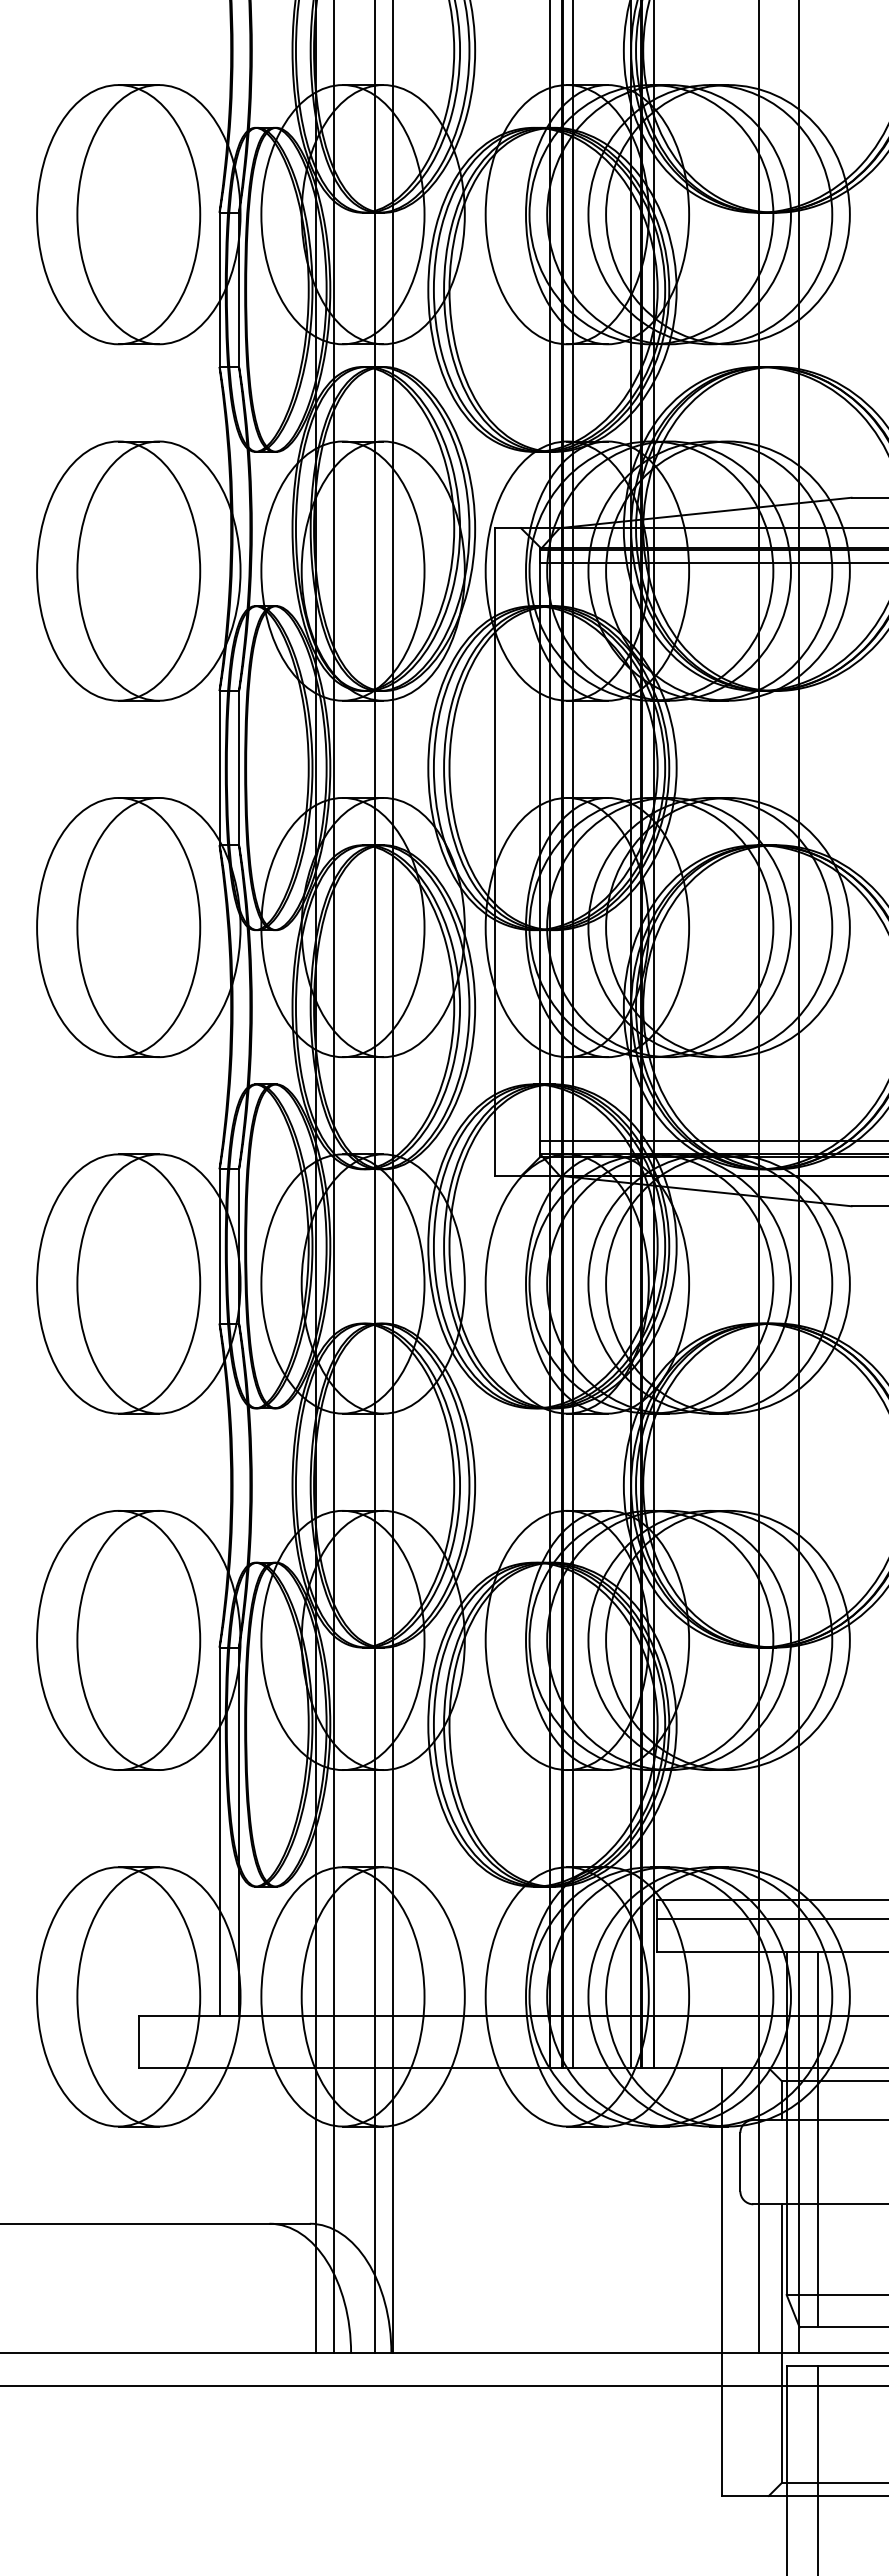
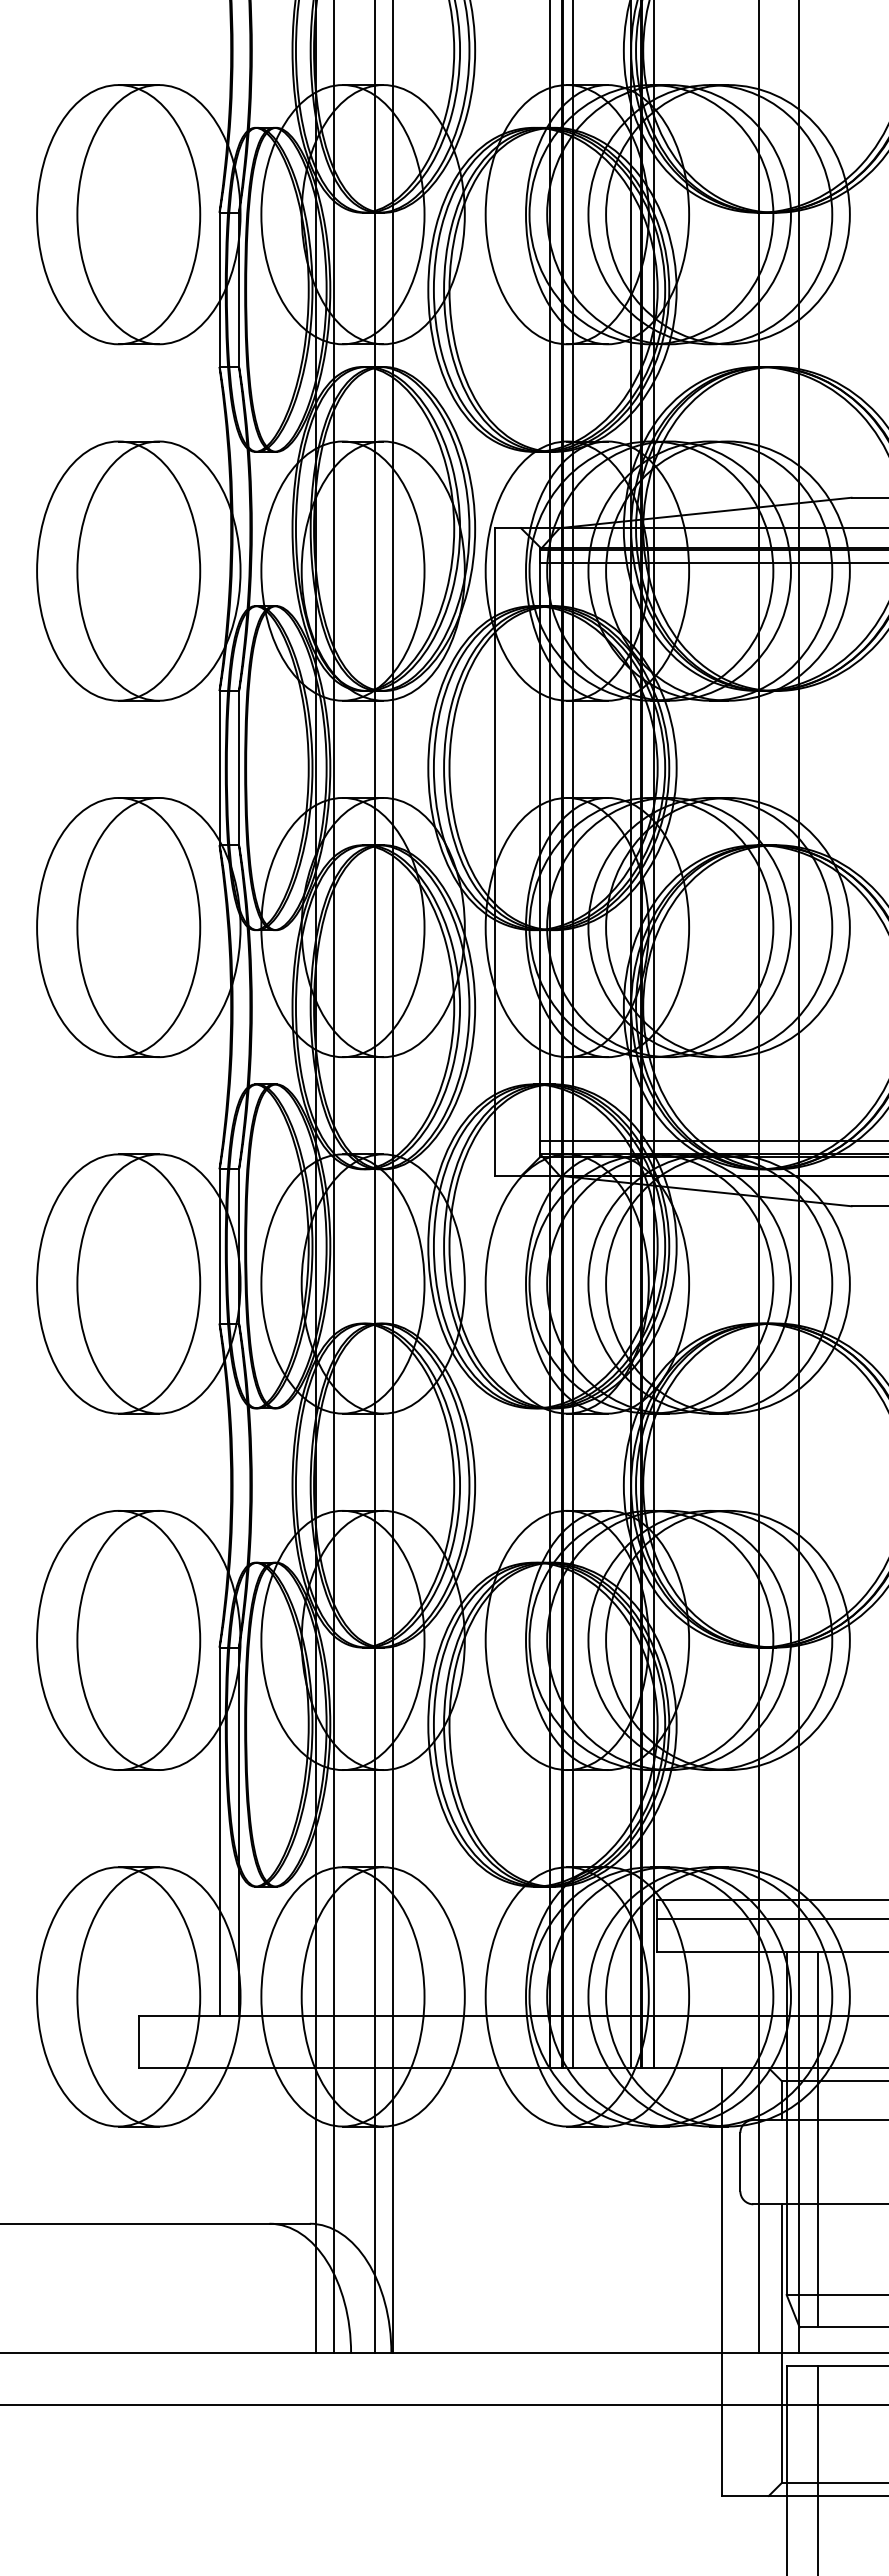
line at (443, 2385) position: (443, 2385) -> (443, 2404)
